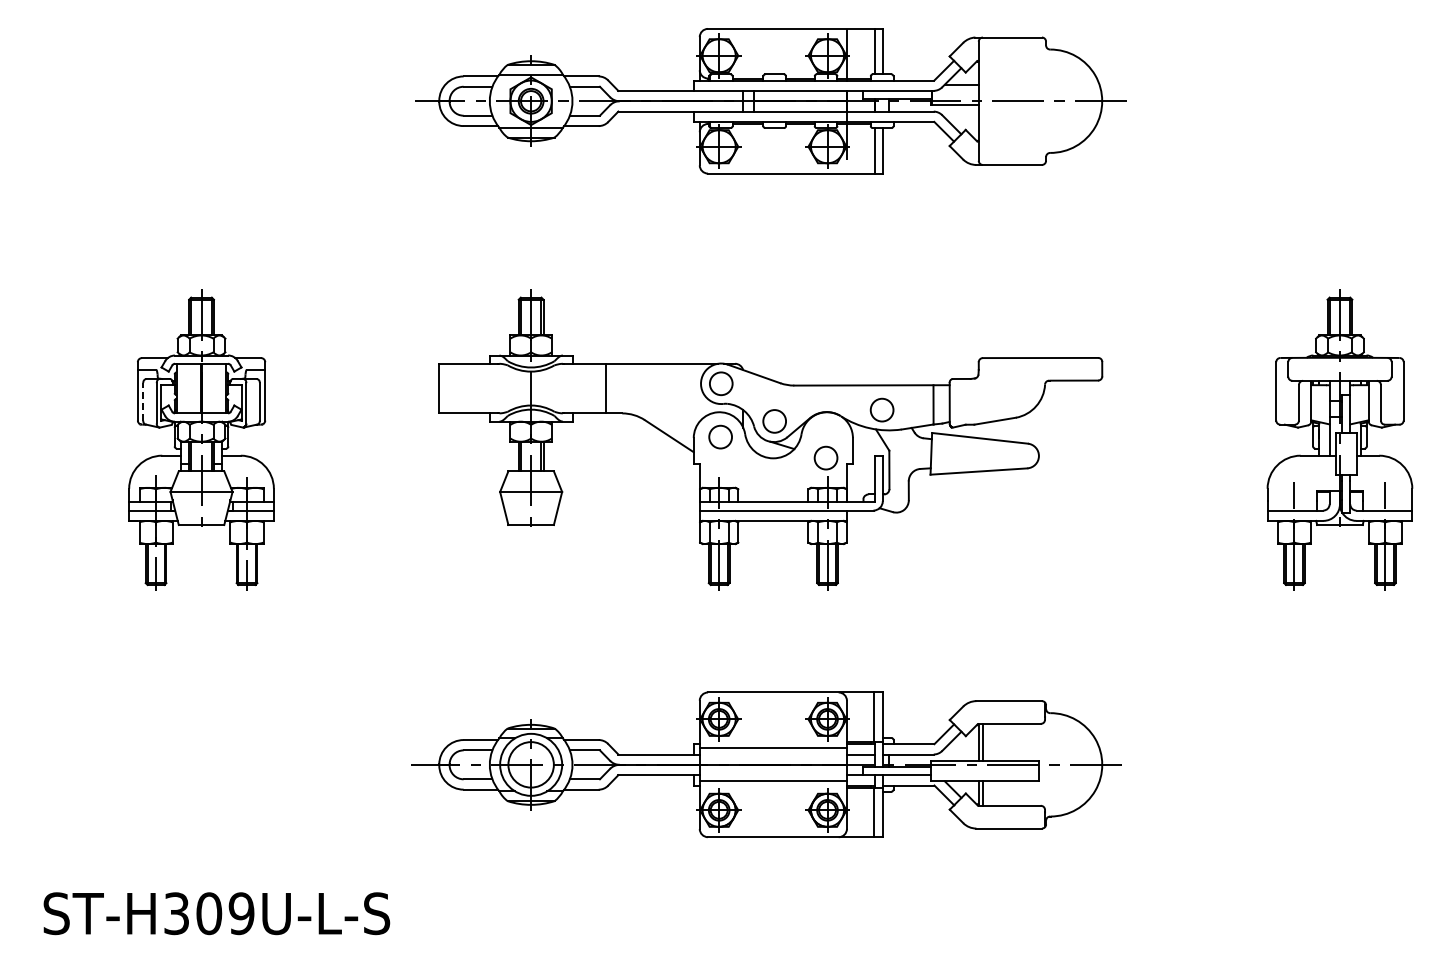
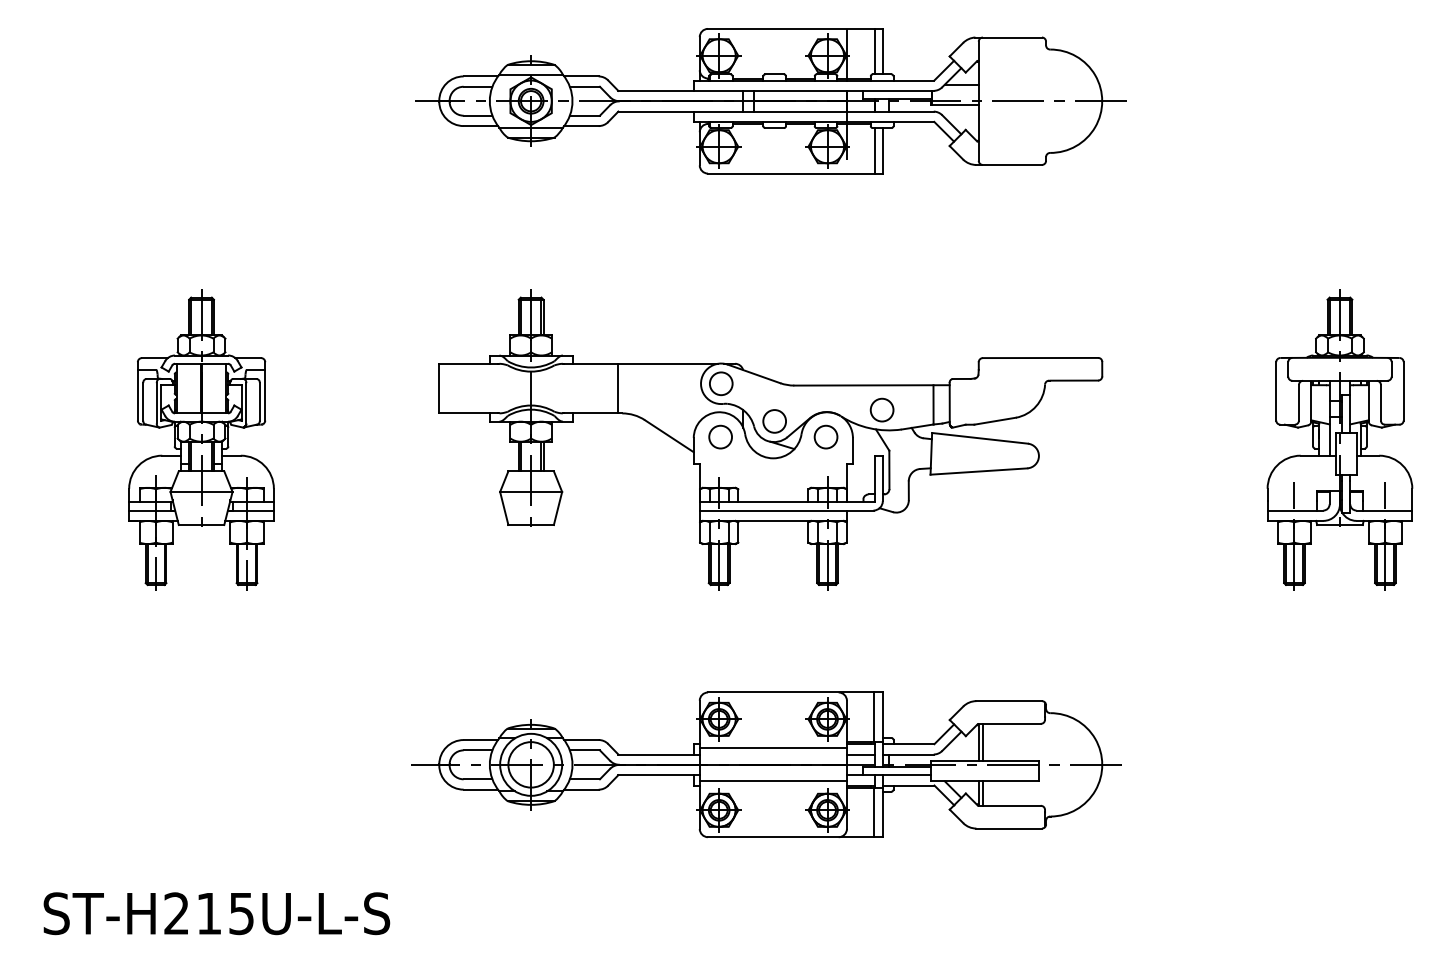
line at (606, 388) position: (606, 388) -> (618, 388)
line at (143, 401): dashed -> solid
circle at (825, 457) position: (825, 457) -> (825, 436)
text at (209, 913): ST-H309U-L-S -> ST-H215U-L-S
